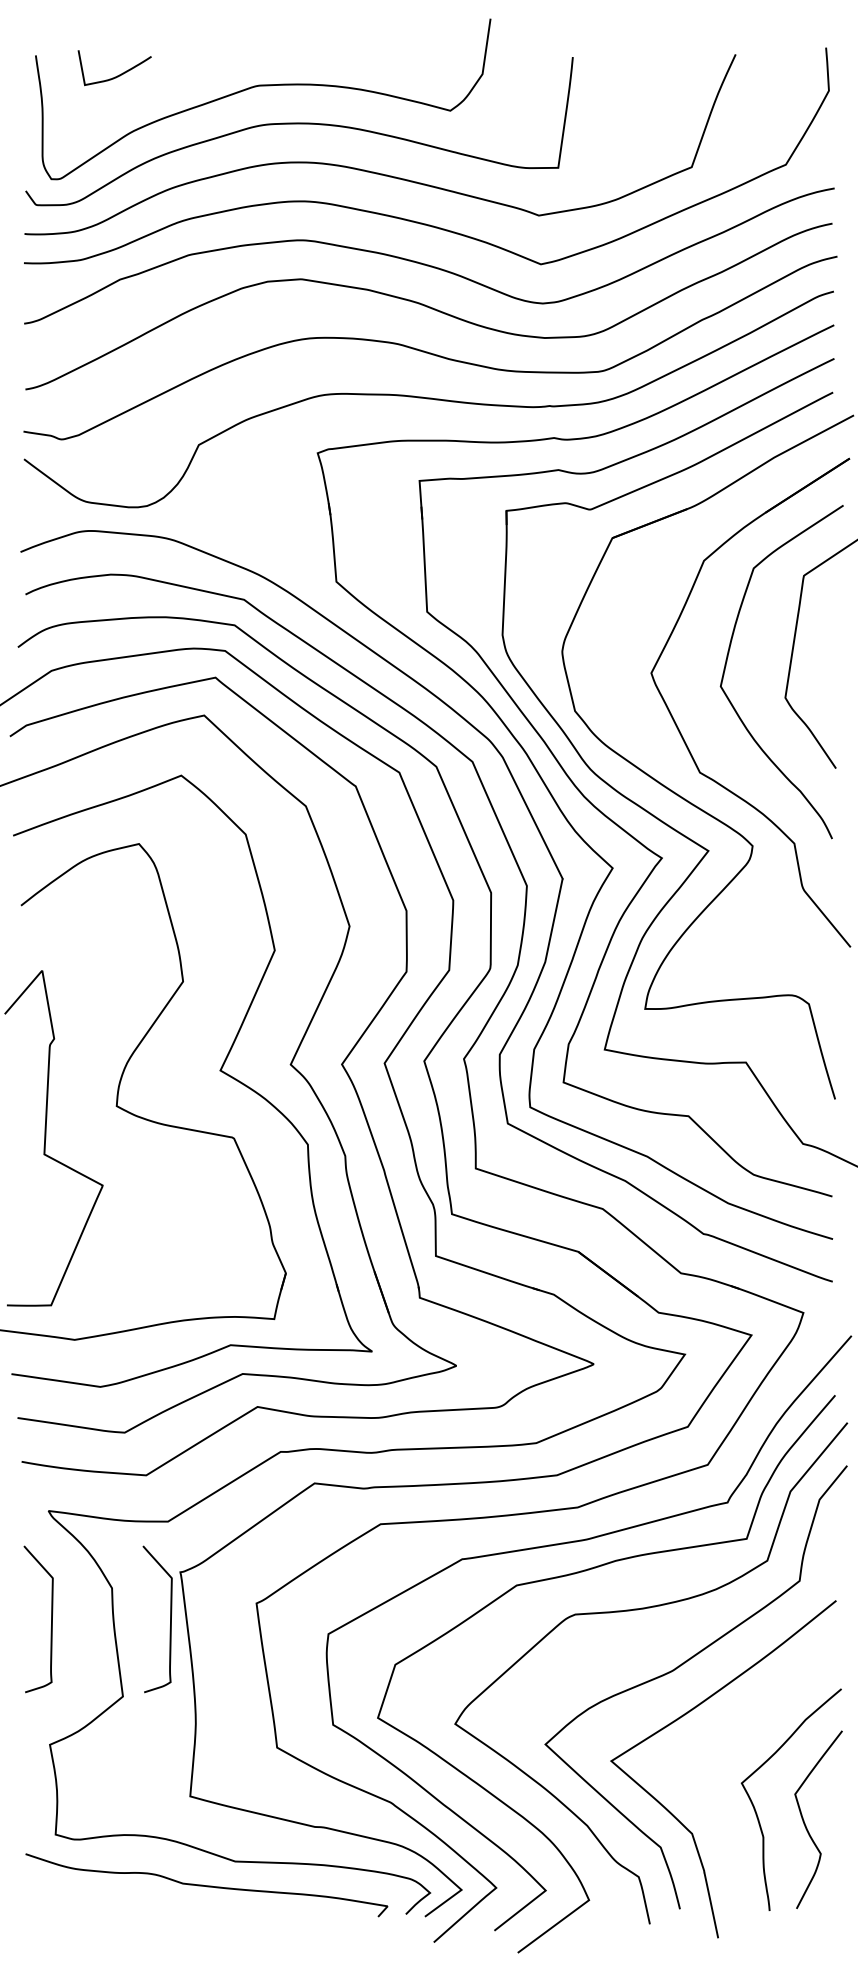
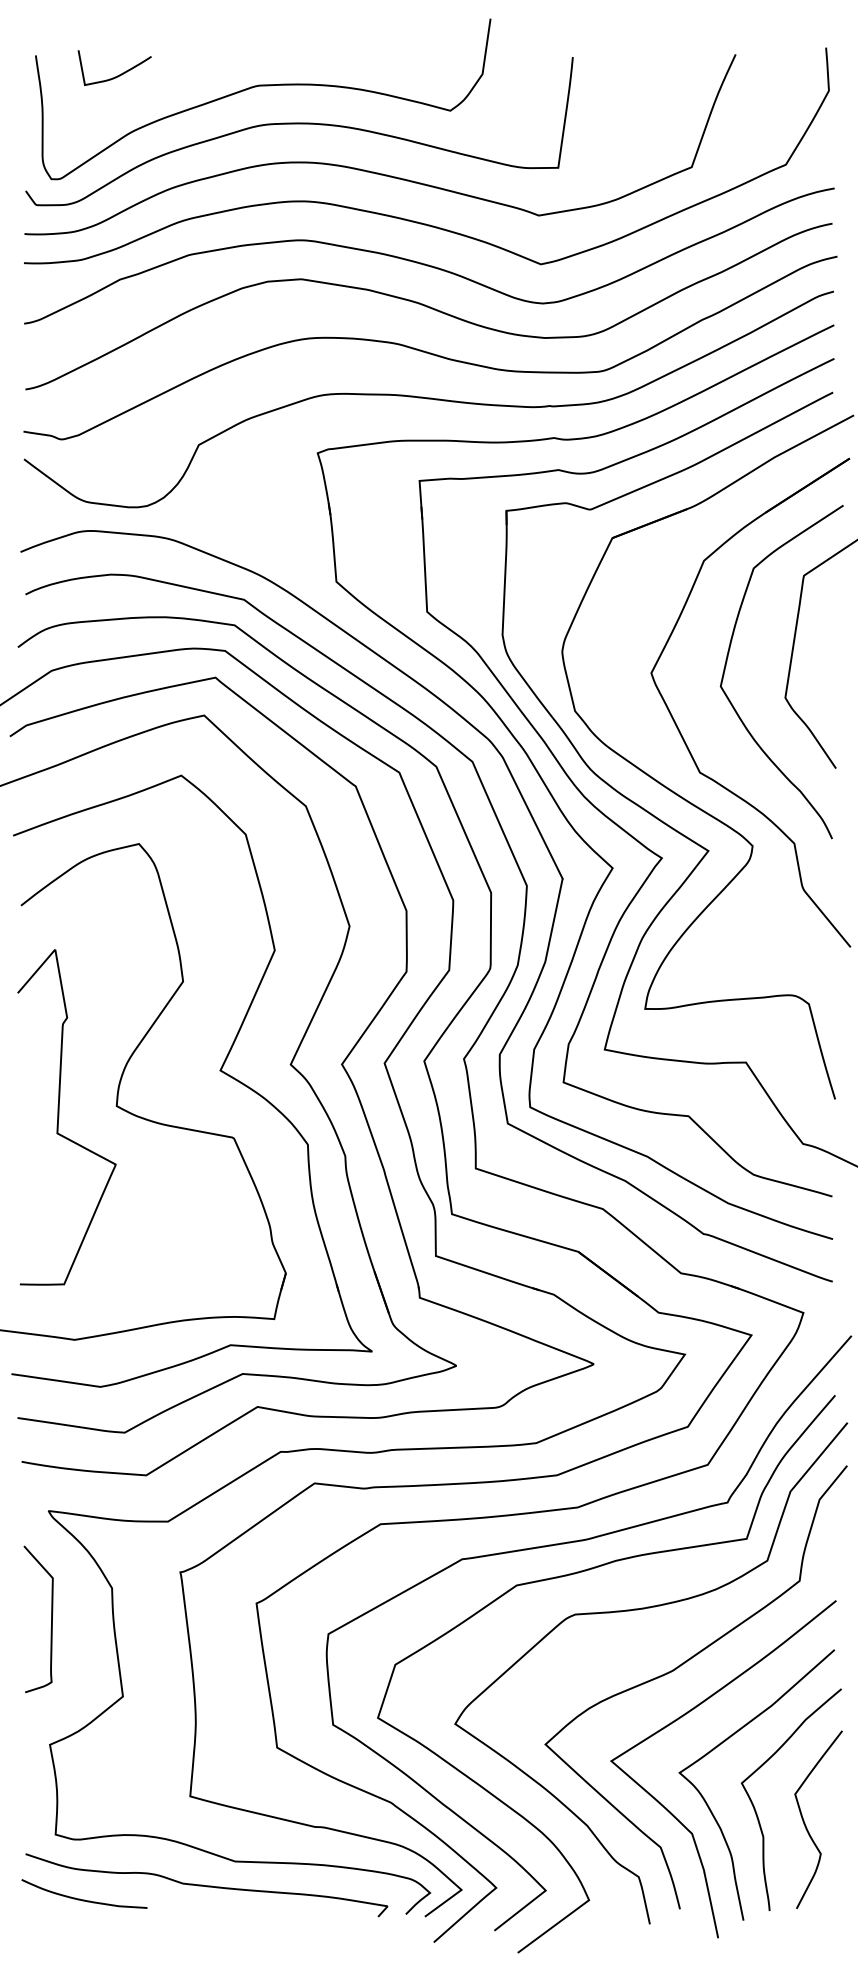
curve at (46, 1138) position: (46, 1138) -> (59, 1117)
curve at (170, 1619): present -> none
curve at (713, 1813): none -> present
curve at (84, 1899): none -> present
